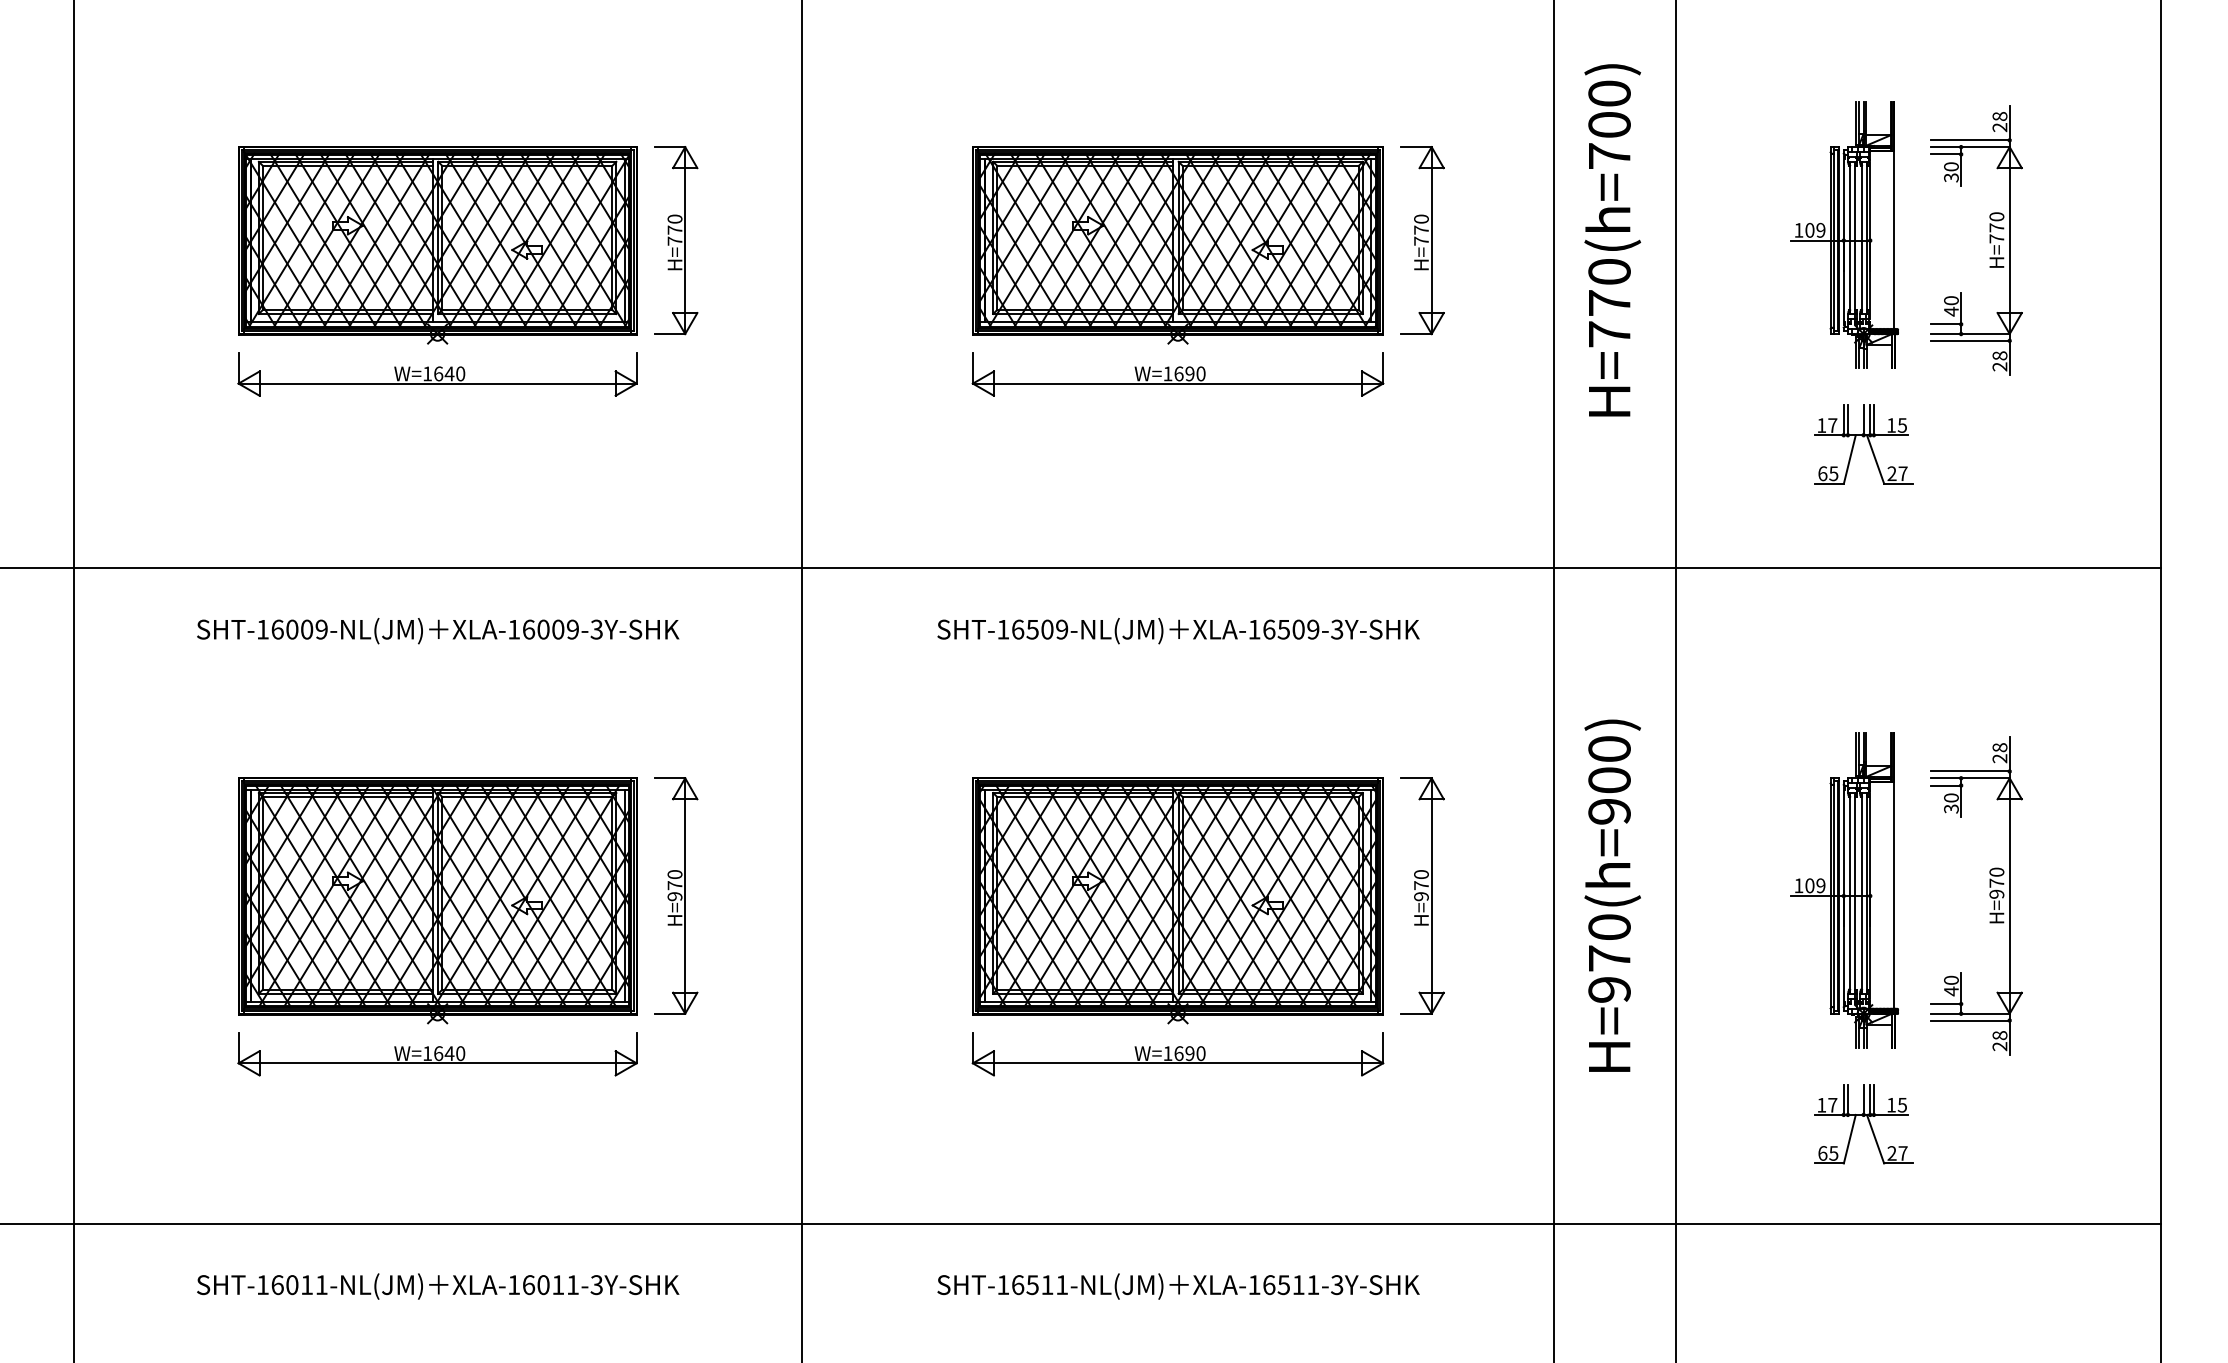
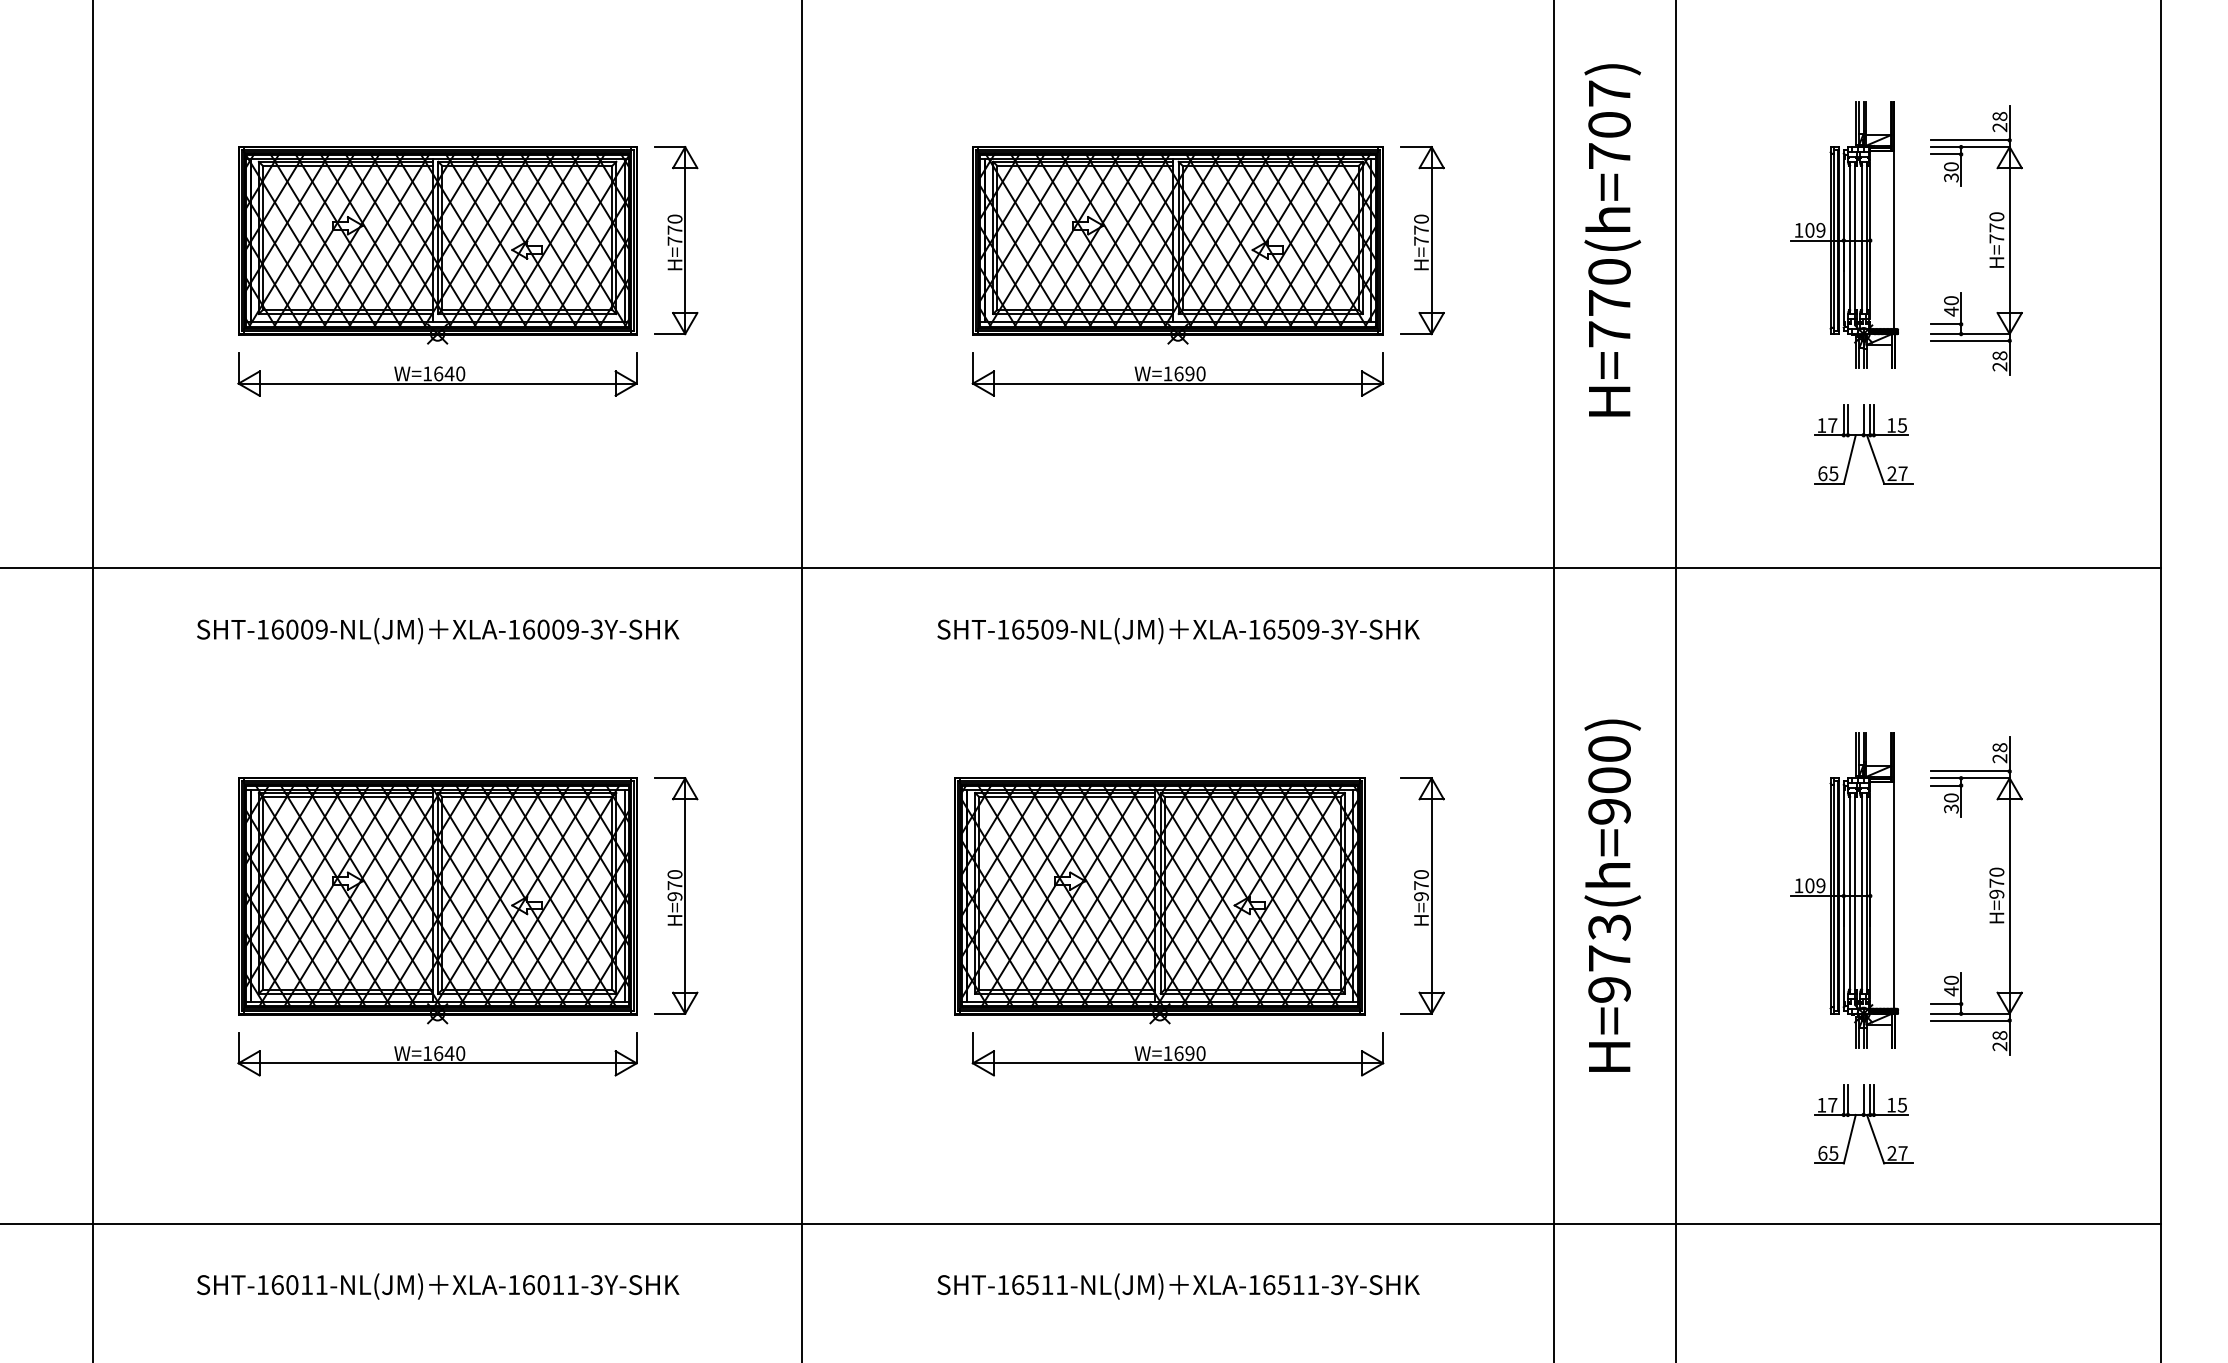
text at (1609, 93): H=770(h=700) -> H=770(h=707)
line at (73, 680) position: (73, 680) -> (92, 680)
part at (1177, 900) position: (1177, 900) -> (1159, 900)
text at (1609, 927): H=970(h=900) -> H=973(h=900)
